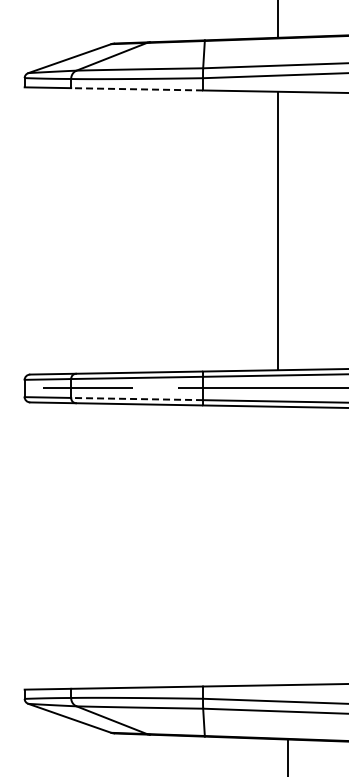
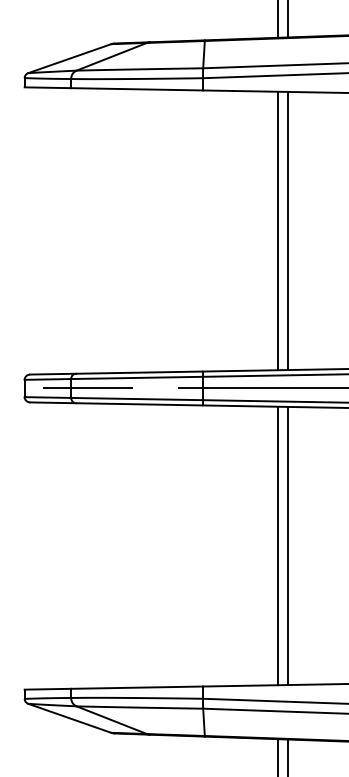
line at (288, 19): none -> present
line at (137, 89): dashed -> solid
line at (288, 230): none -> present
line at (137, 399): dashed -> solid
line at (278, 545): none -> present
line at (288, 545): none -> present
line at (278, 756): none -> present
